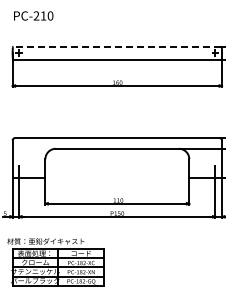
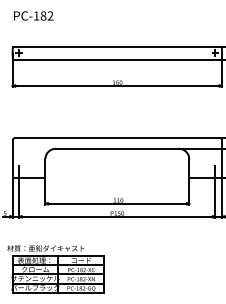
text at (43, 15): PC-210 -> PC-182
line at (117, 46): dashed -> solid
part at (55, 262) position: (55, 262) -> (55, 269)
